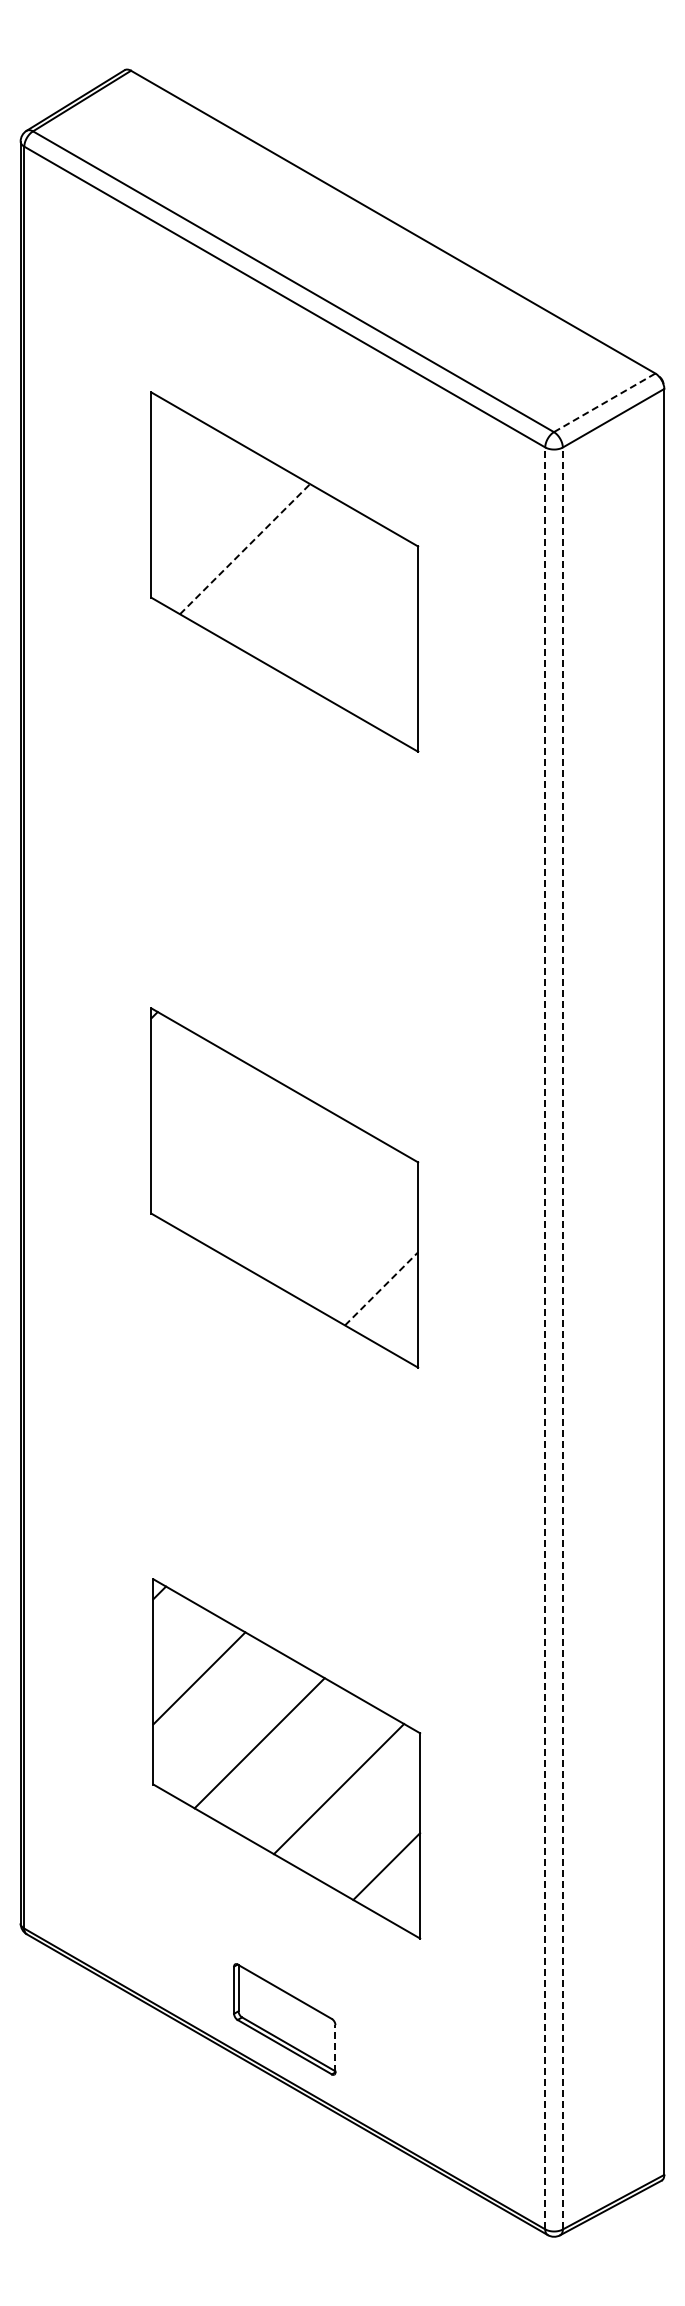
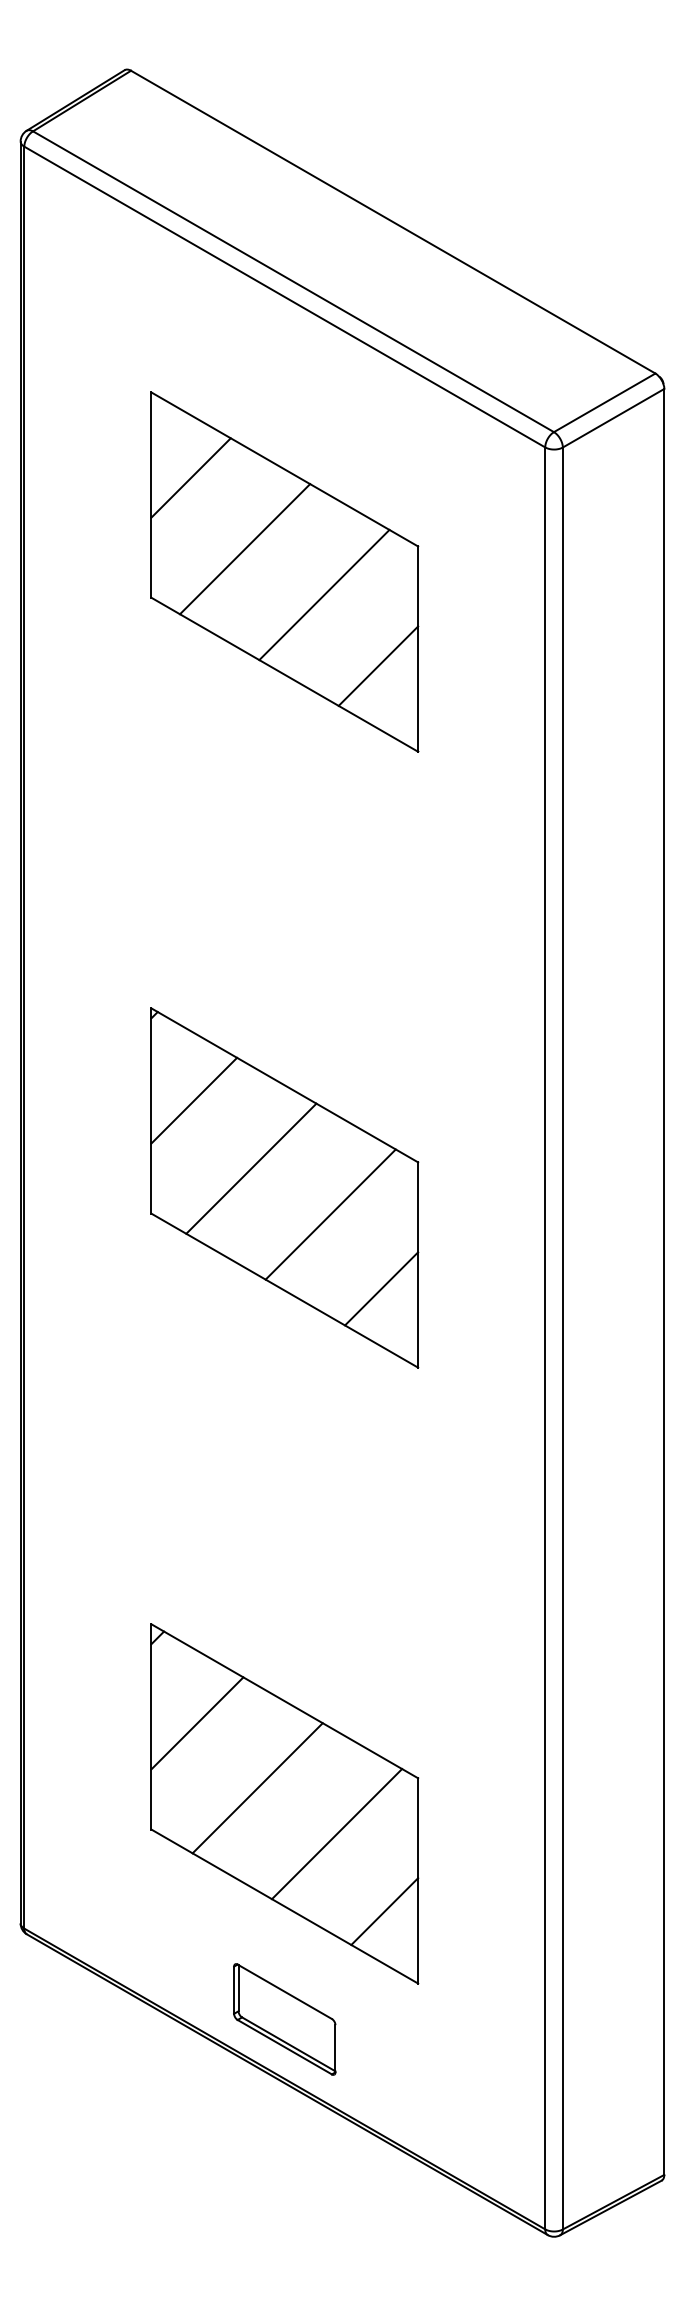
line at (604, 402): dashed -> solid
line at (190, 477): none -> present
line at (245, 548): dashed -> solid
line at (324, 594): none -> present
line at (378, 665): none -> present
line at (194, 1100): none -> present
line at (251, 1168): none -> present
line at (330, 1214): none -> present
line at (381, 1288): dashed -> solid
line at (545, 1338): dashed -> solid
line at (562, 1338): dashed -> solid
part at (286, 1758) position: (286, 1758) -> (284, 1803)
line at (335, 2048): dashed -> solid
